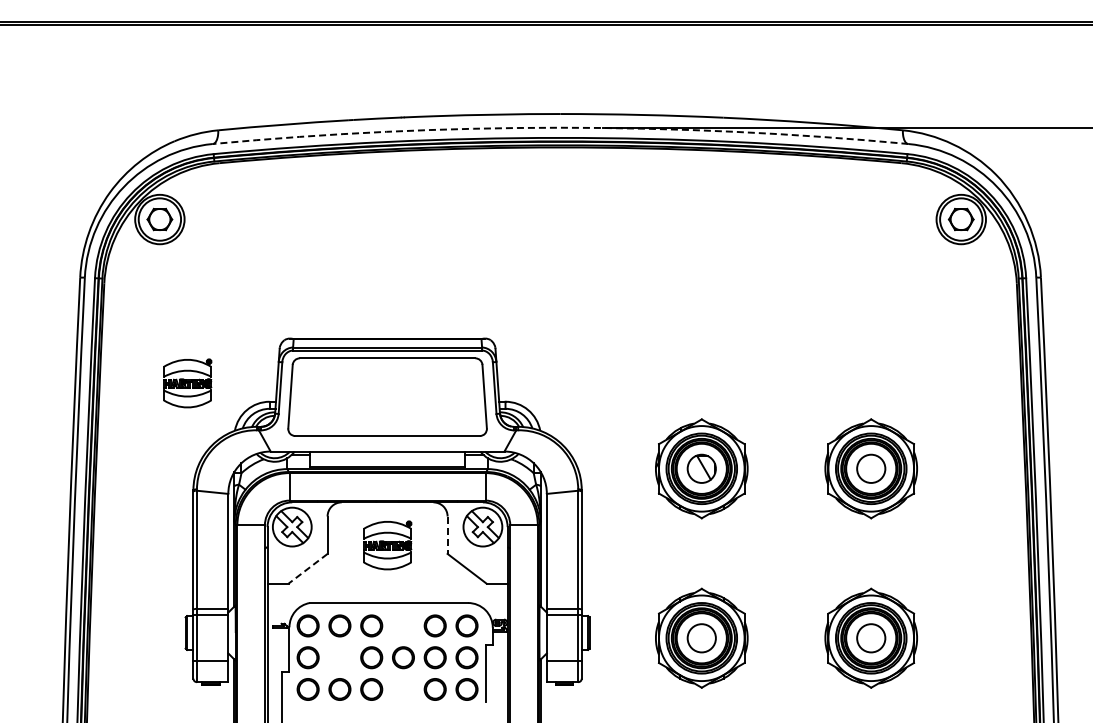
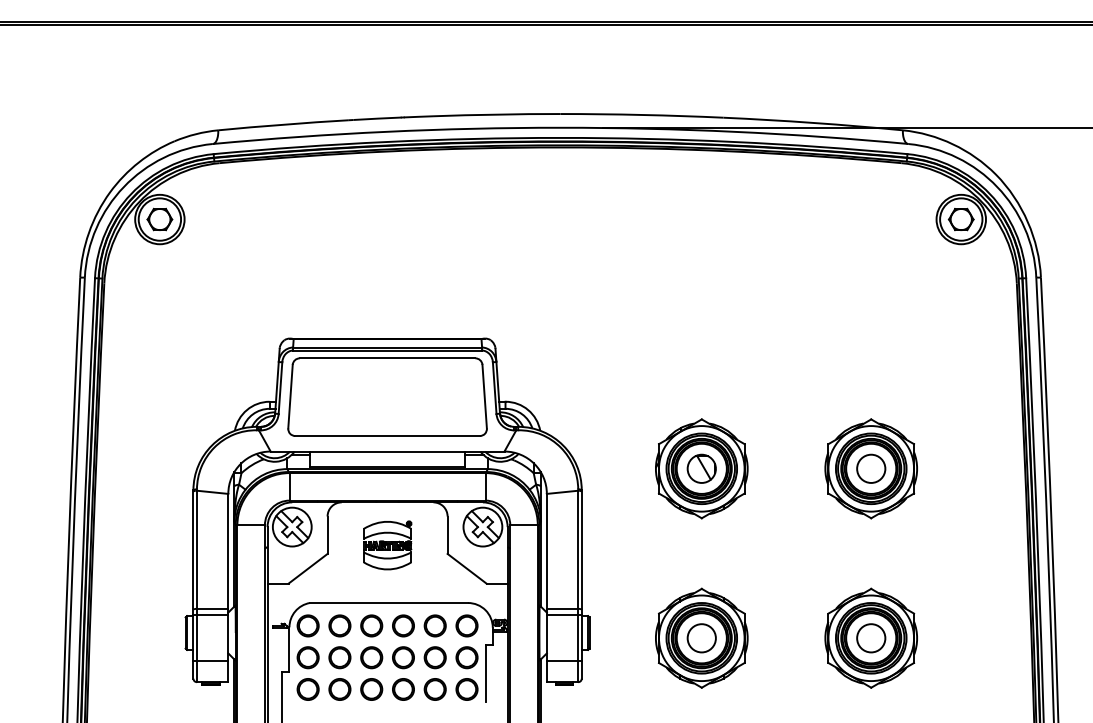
arc at (560, 127): dashed -> solid
part at (187, 383): present -> none
line at (447, 535): dashed -> solid
line at (307, 569): dashed -> solid
circle at (403, 625): none -> present
circle at (339, 657): none -> present
circle at (403, 689): none -> present
